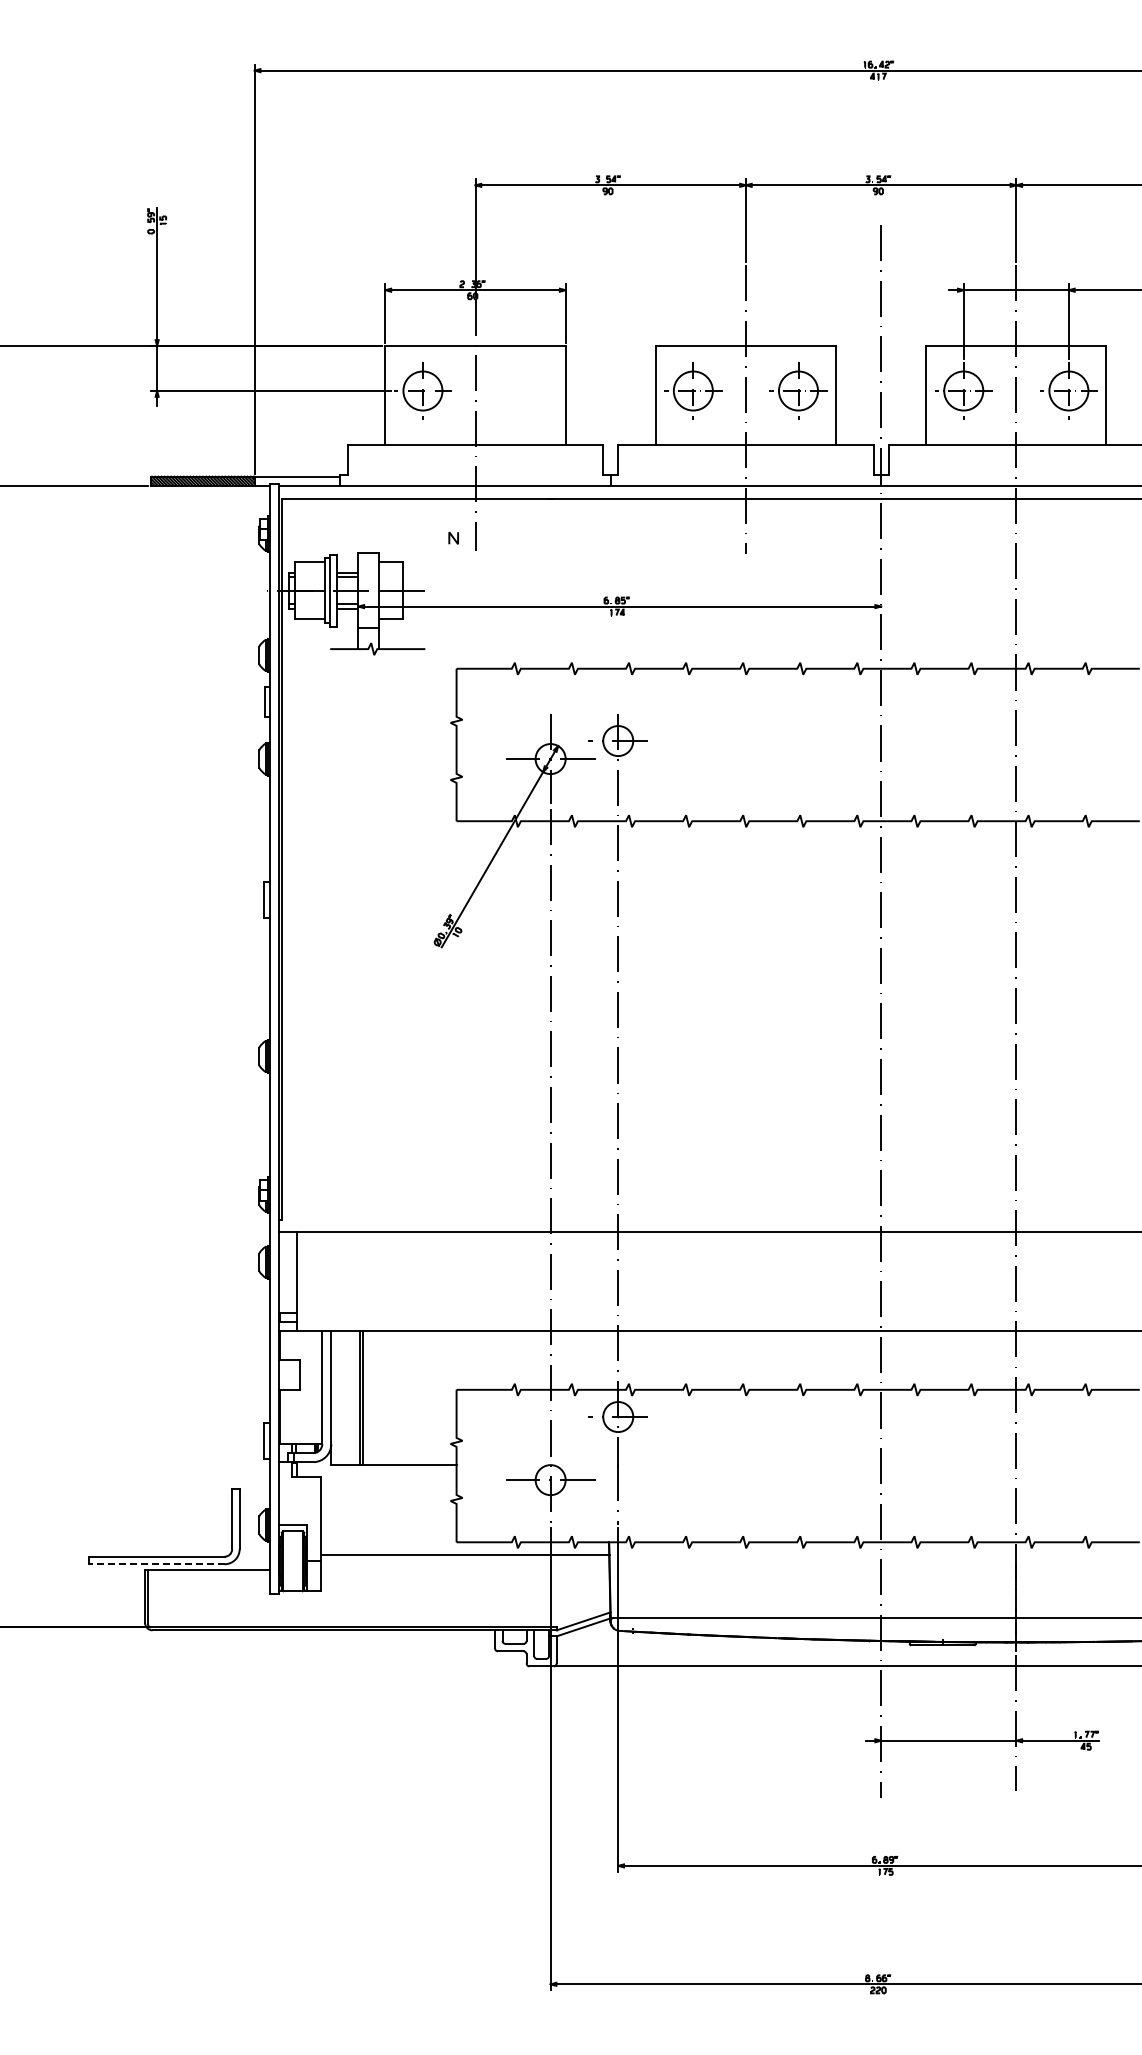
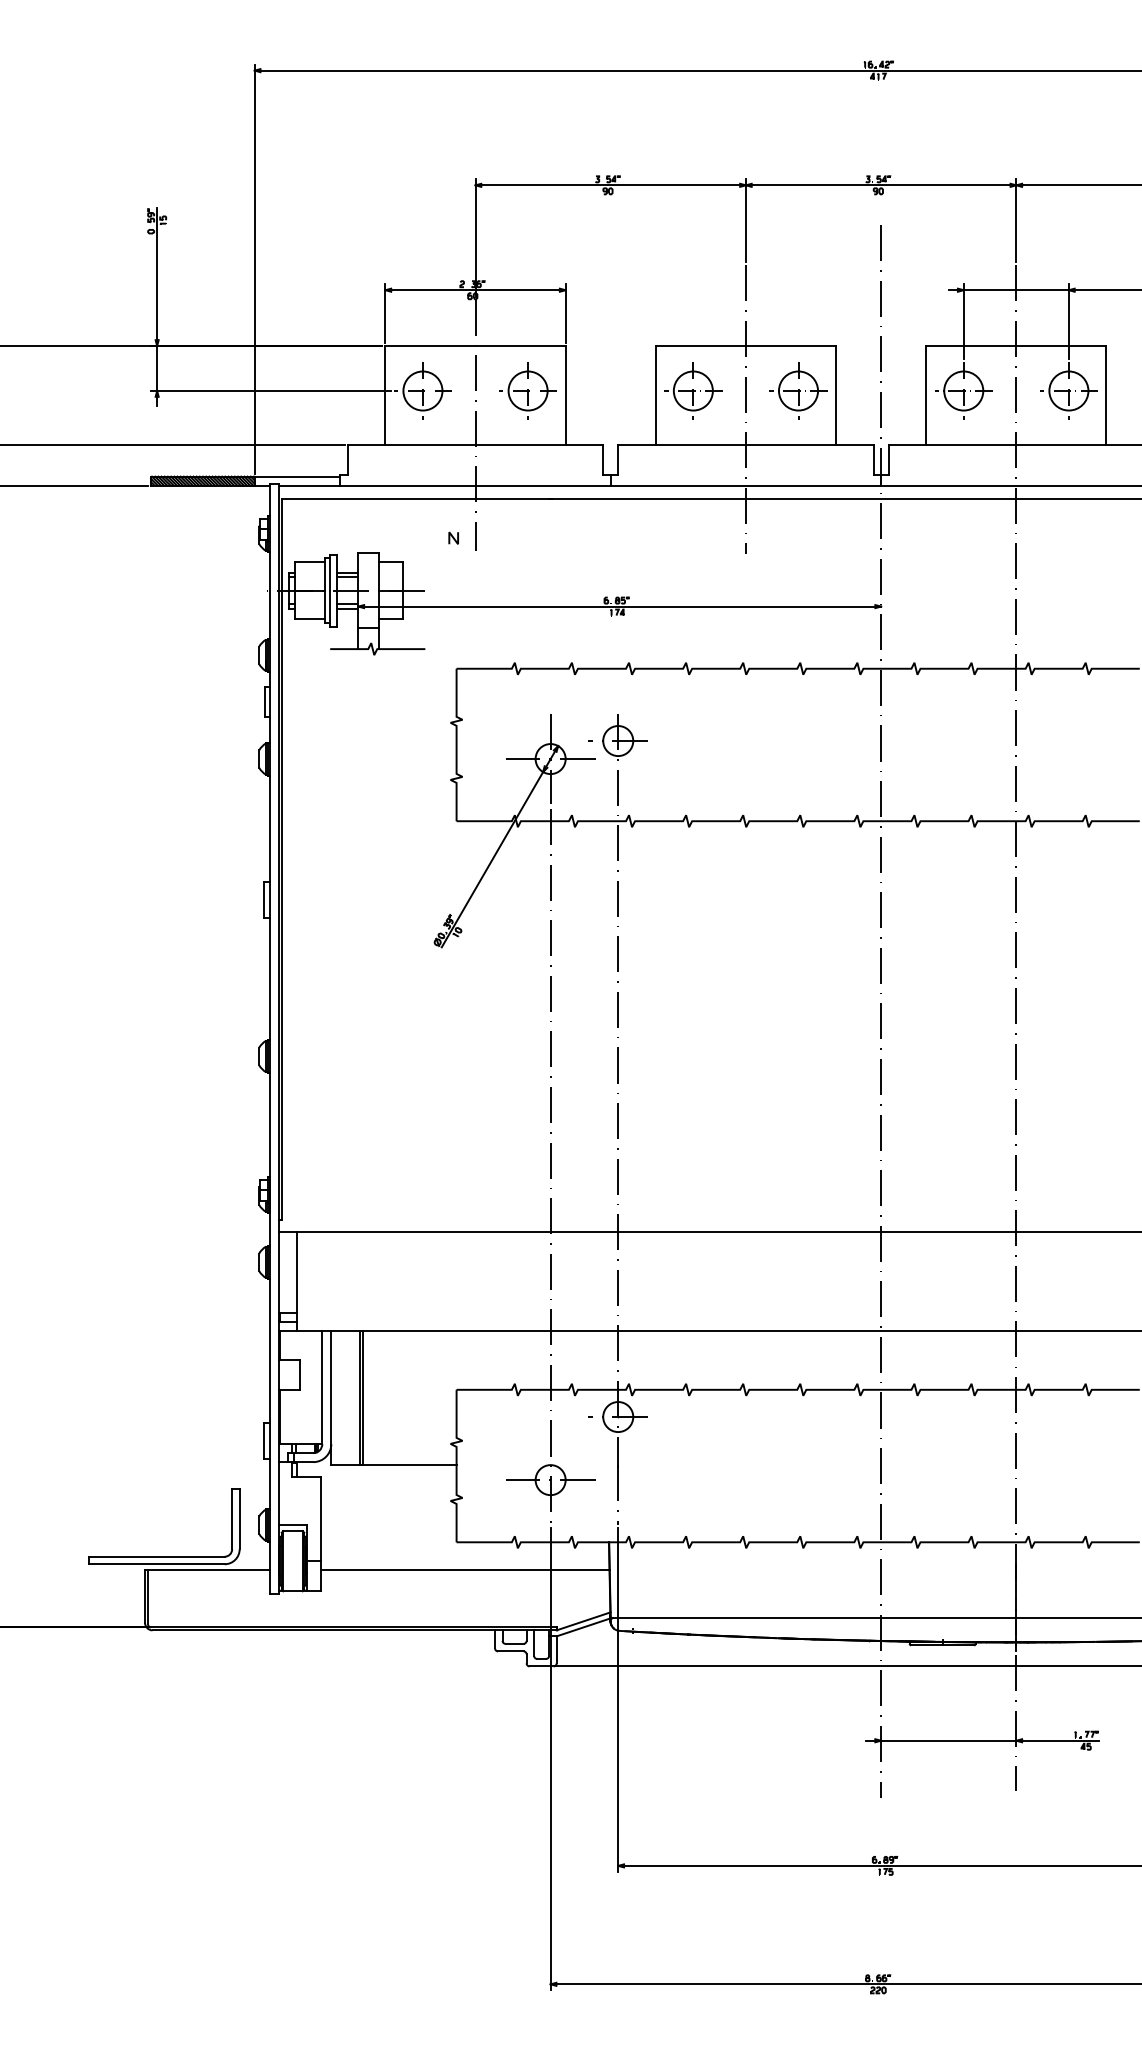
part at (527, 390): none -> present
line at (173, 445): none -> present
line at (464, 1555) position: (464, 1555) -> (464, 1570)
line at (157, 1564): dashed -> solid
